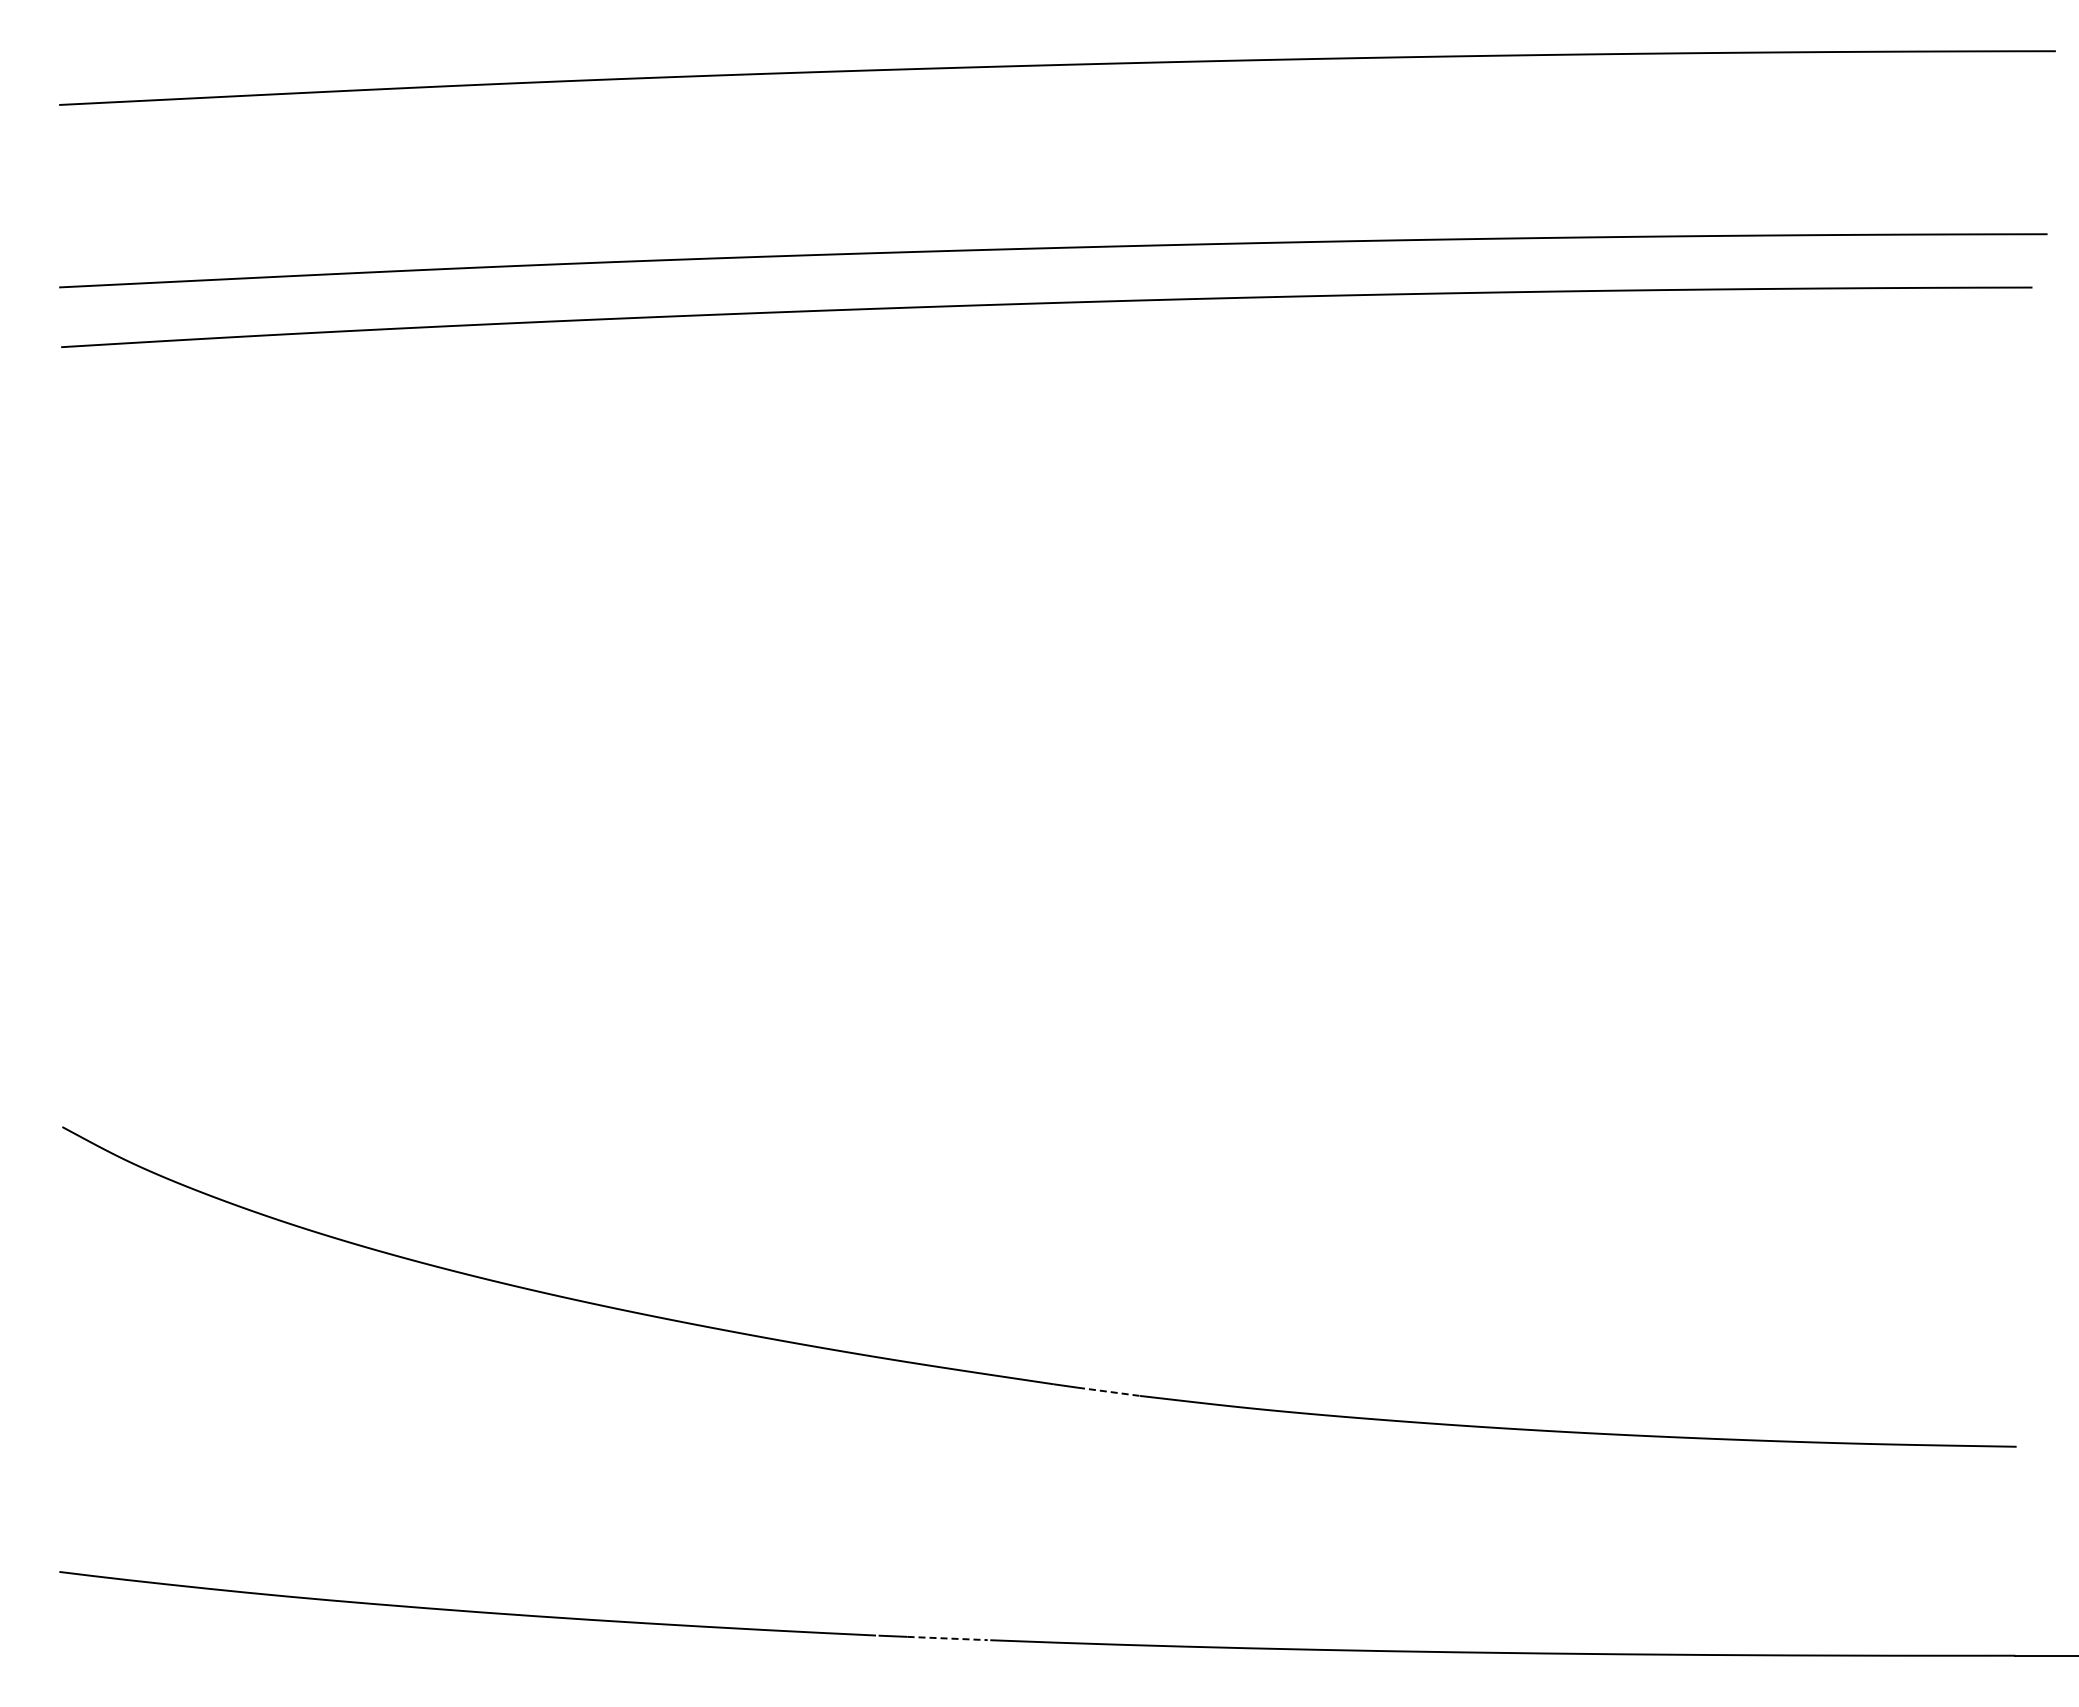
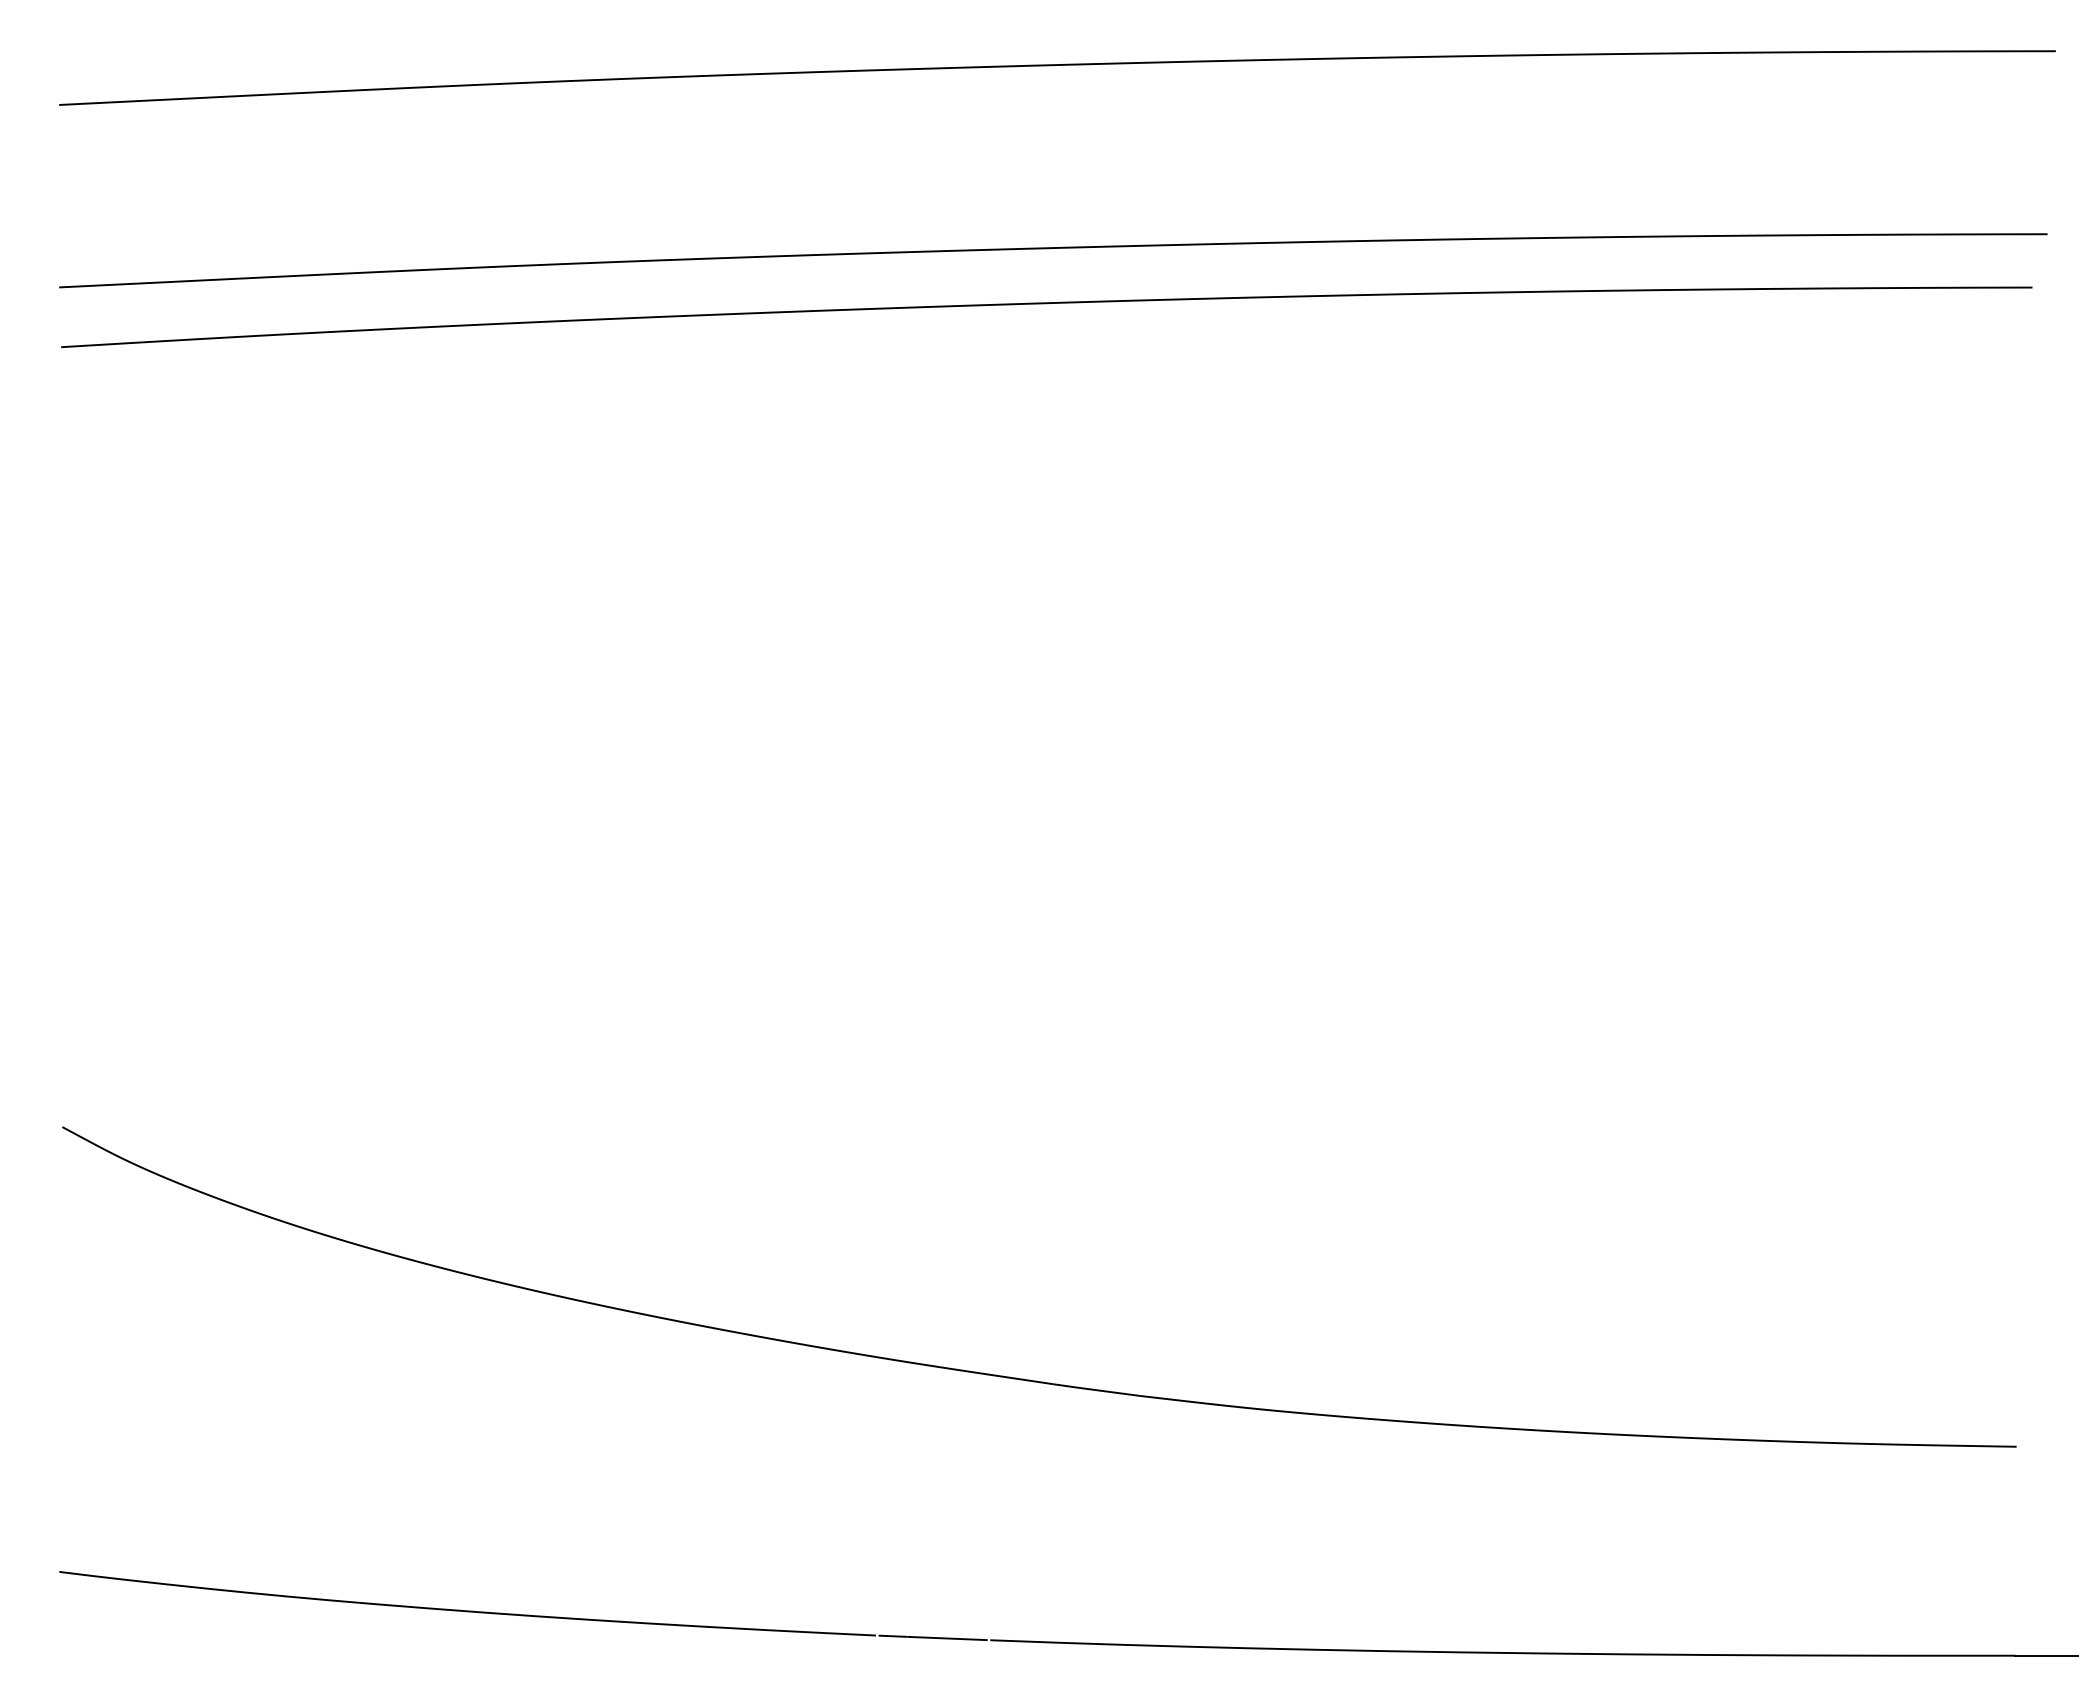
line at (1109, 1391): dashed -> solid
line at (948, 1638): dashed -> solid
